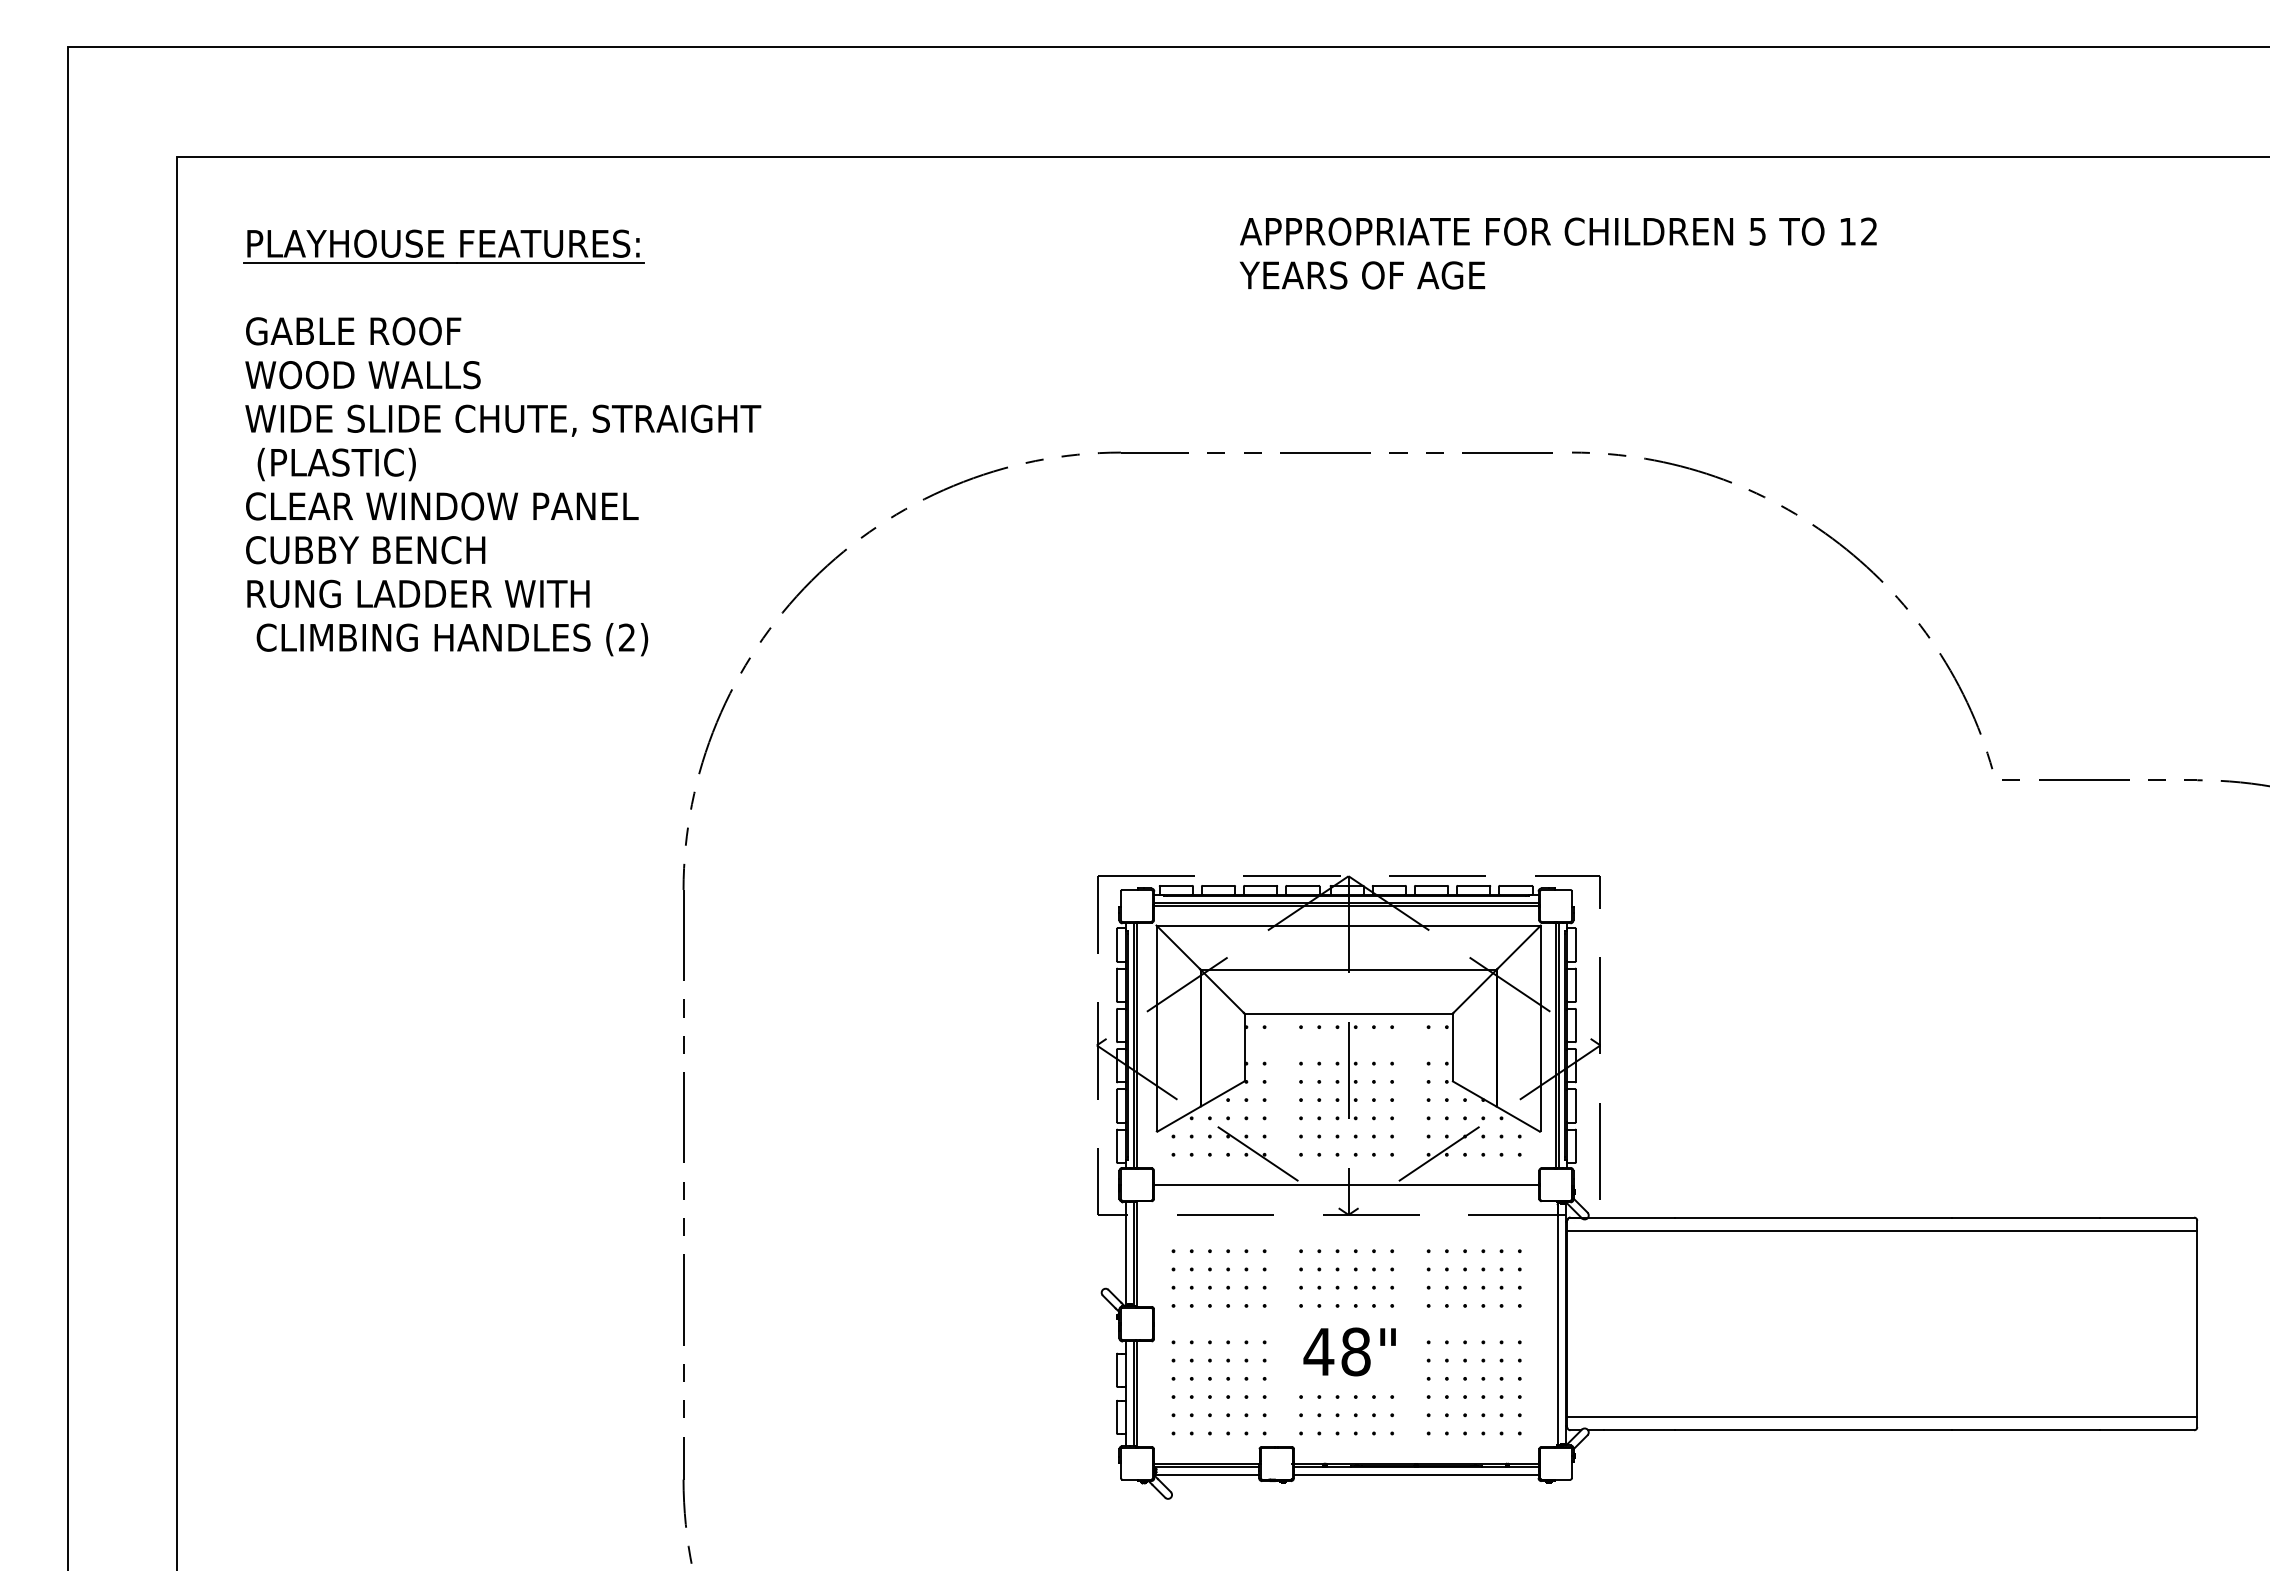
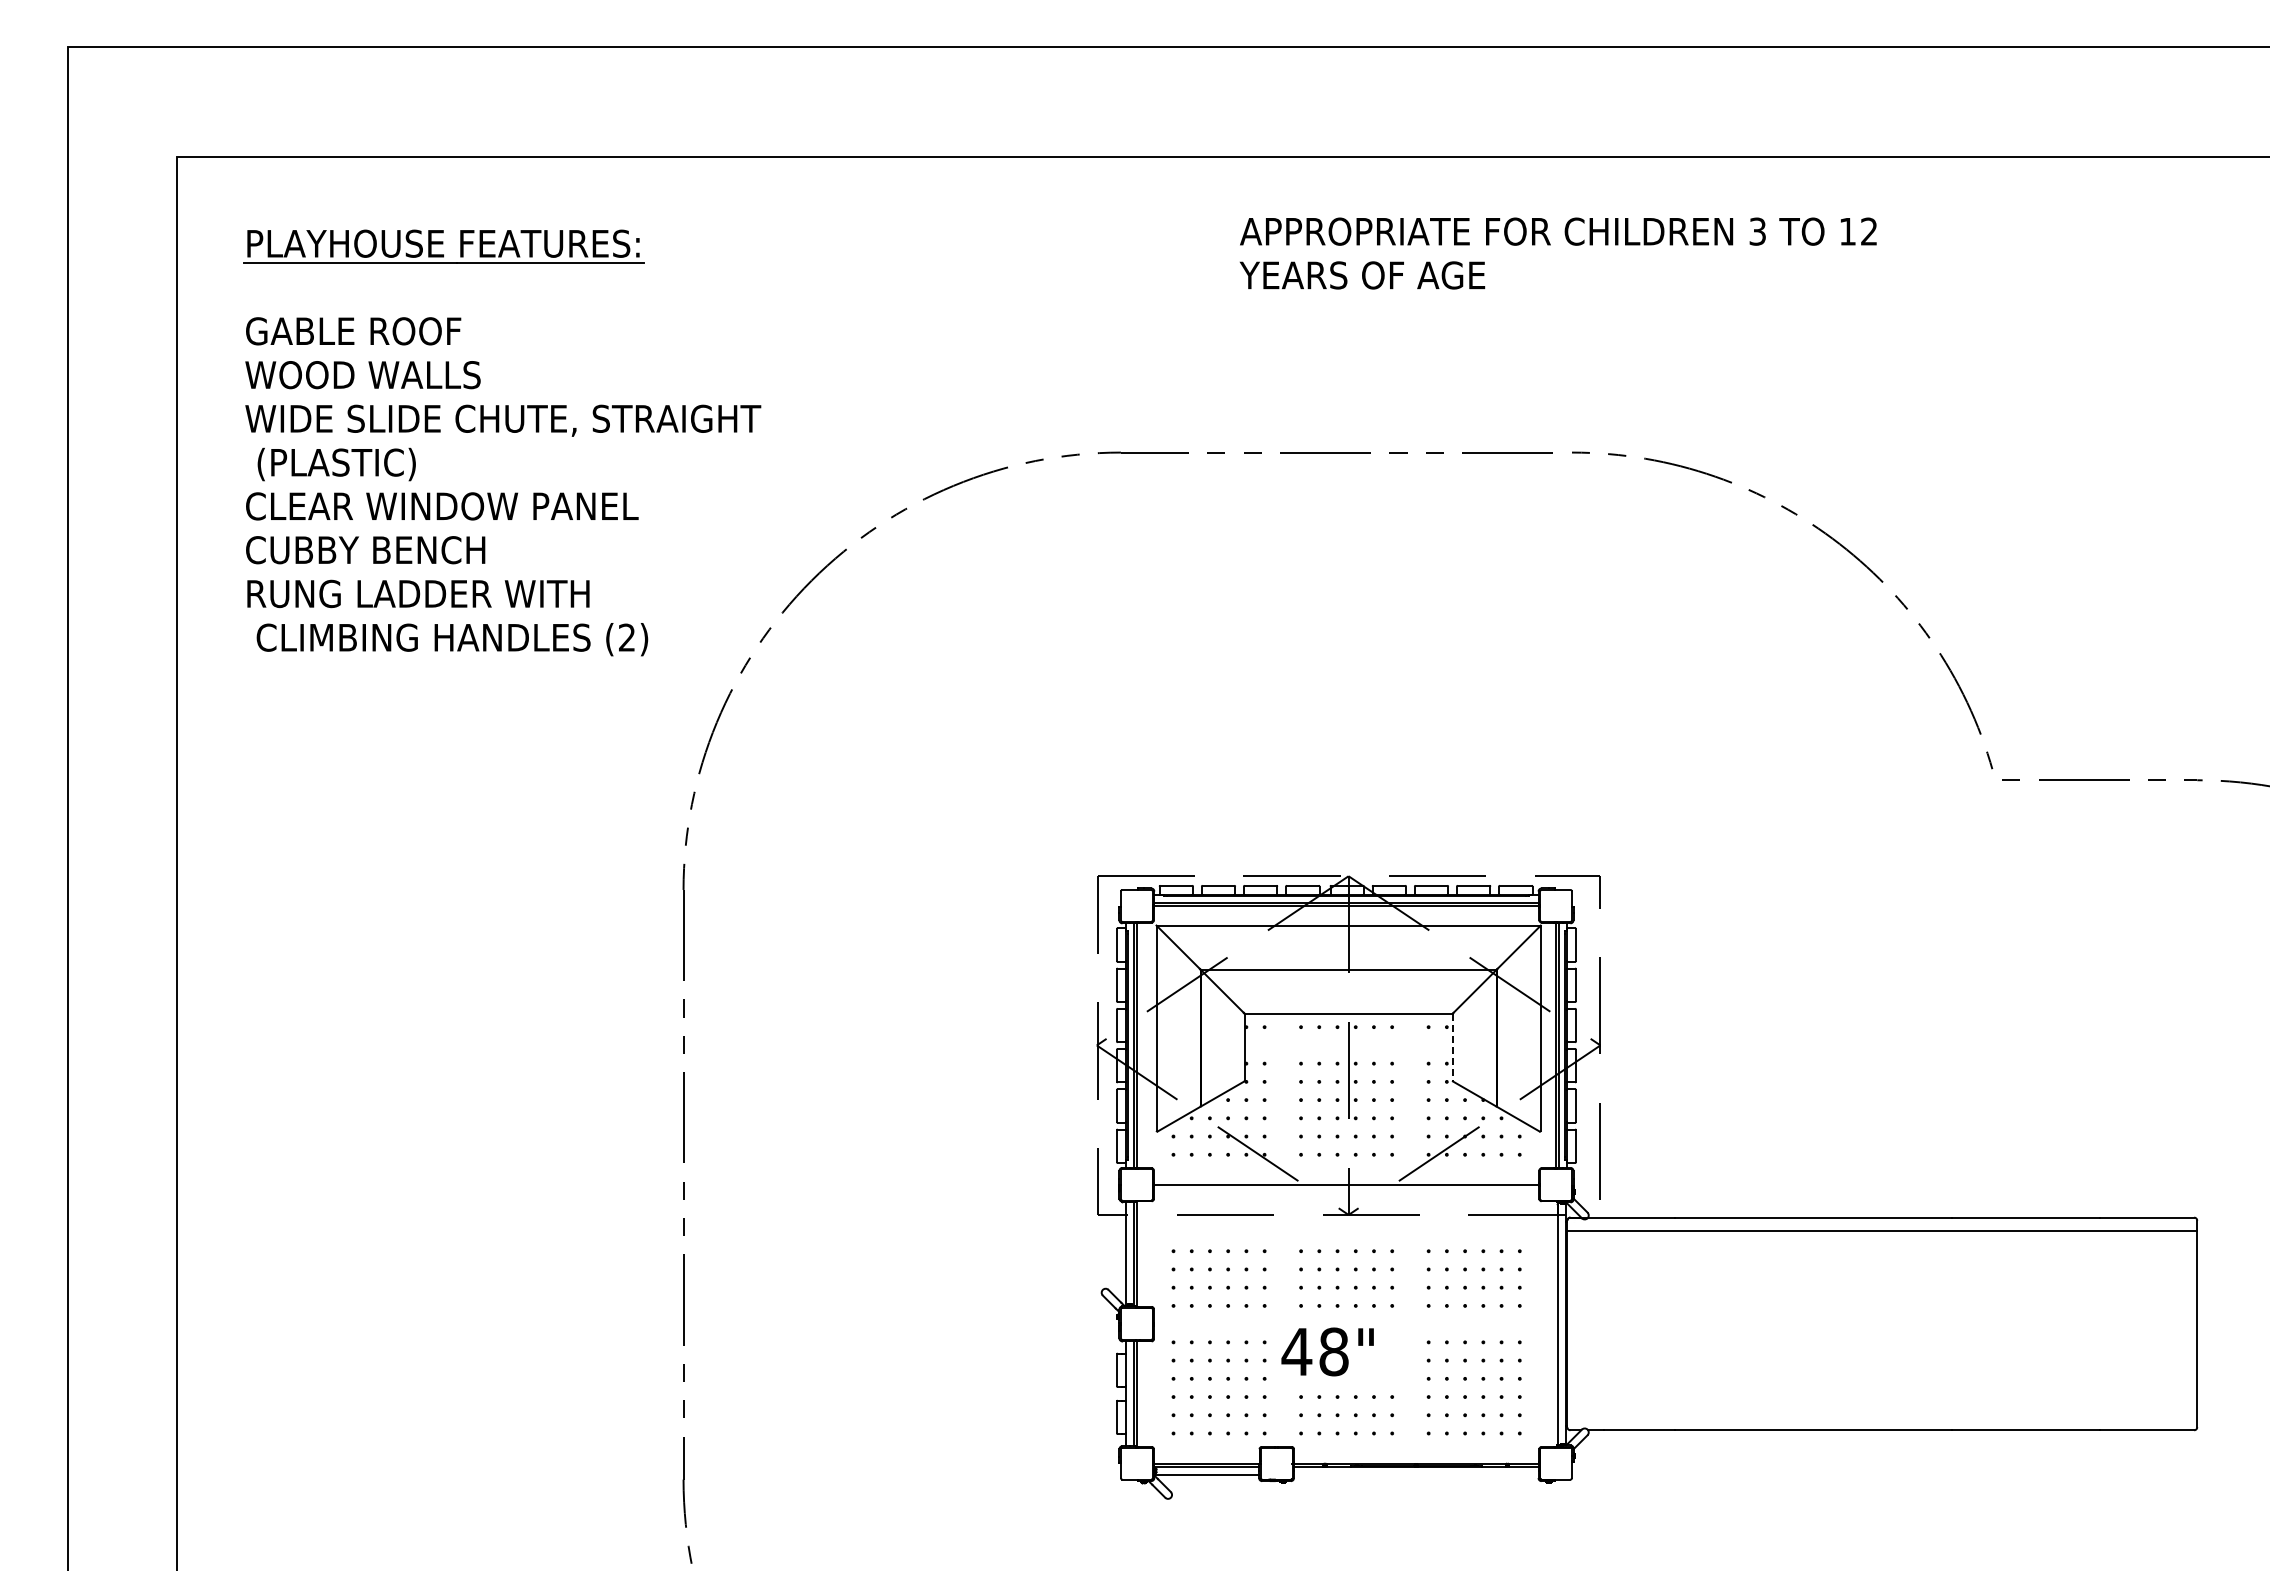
text at (1757, 231): 5 -> 3
line at (1452, 1047): solid -> dashed
text at (1349, 1351) position: (1349, 1351) -> (1327, 1351)
line at (1882, 1416): present -> none
line at (1415, 1474): present -> none
